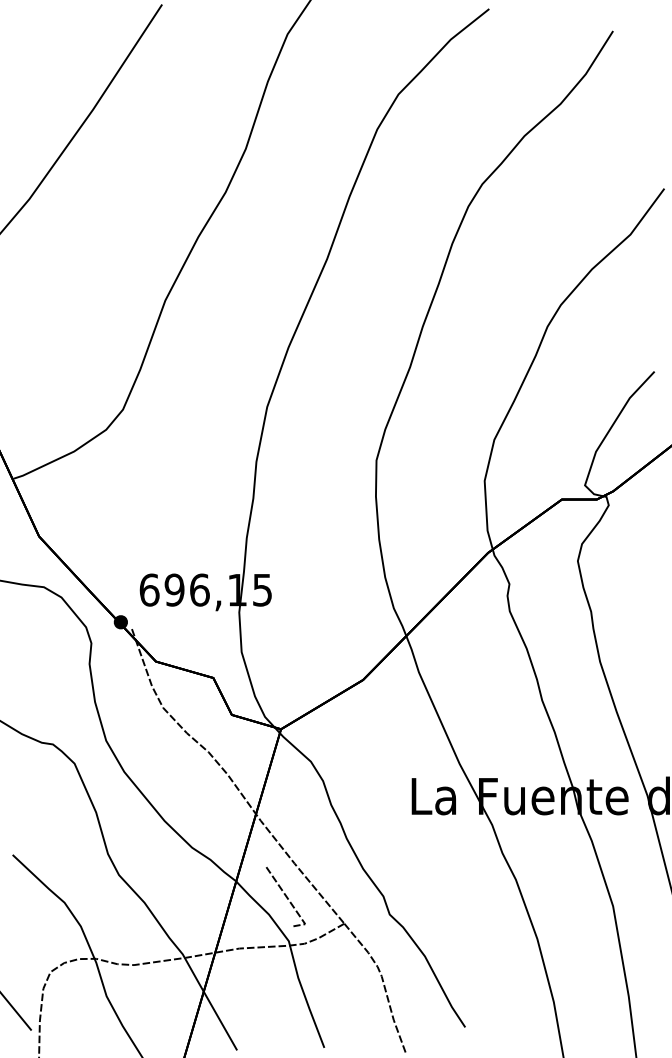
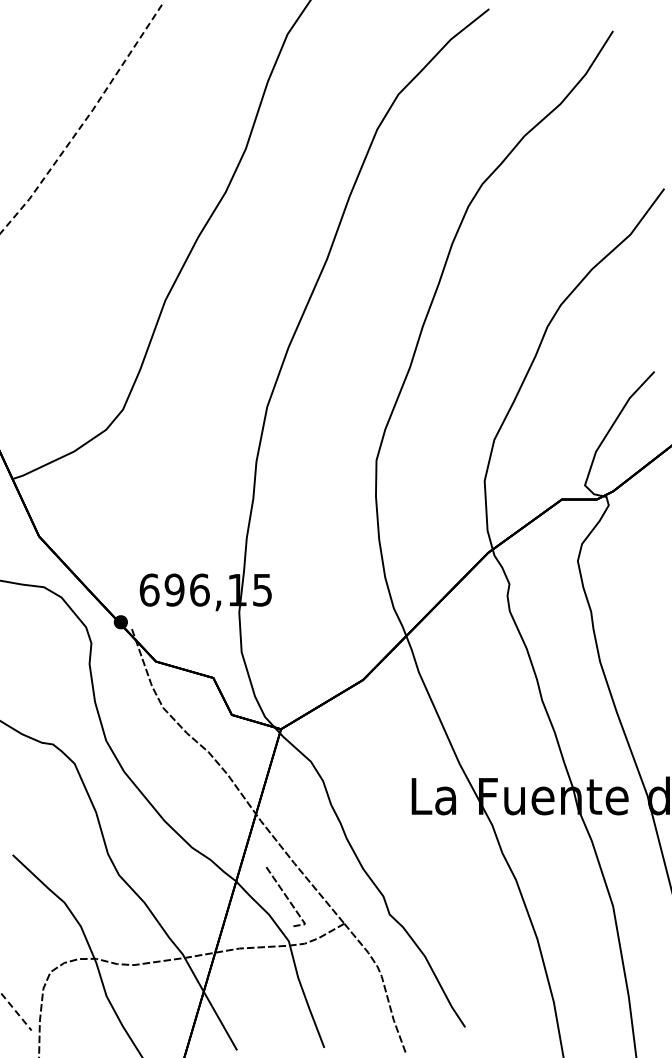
line at (84, 121): solid -> dashed
line at (15, 1011): solid -> dashed
